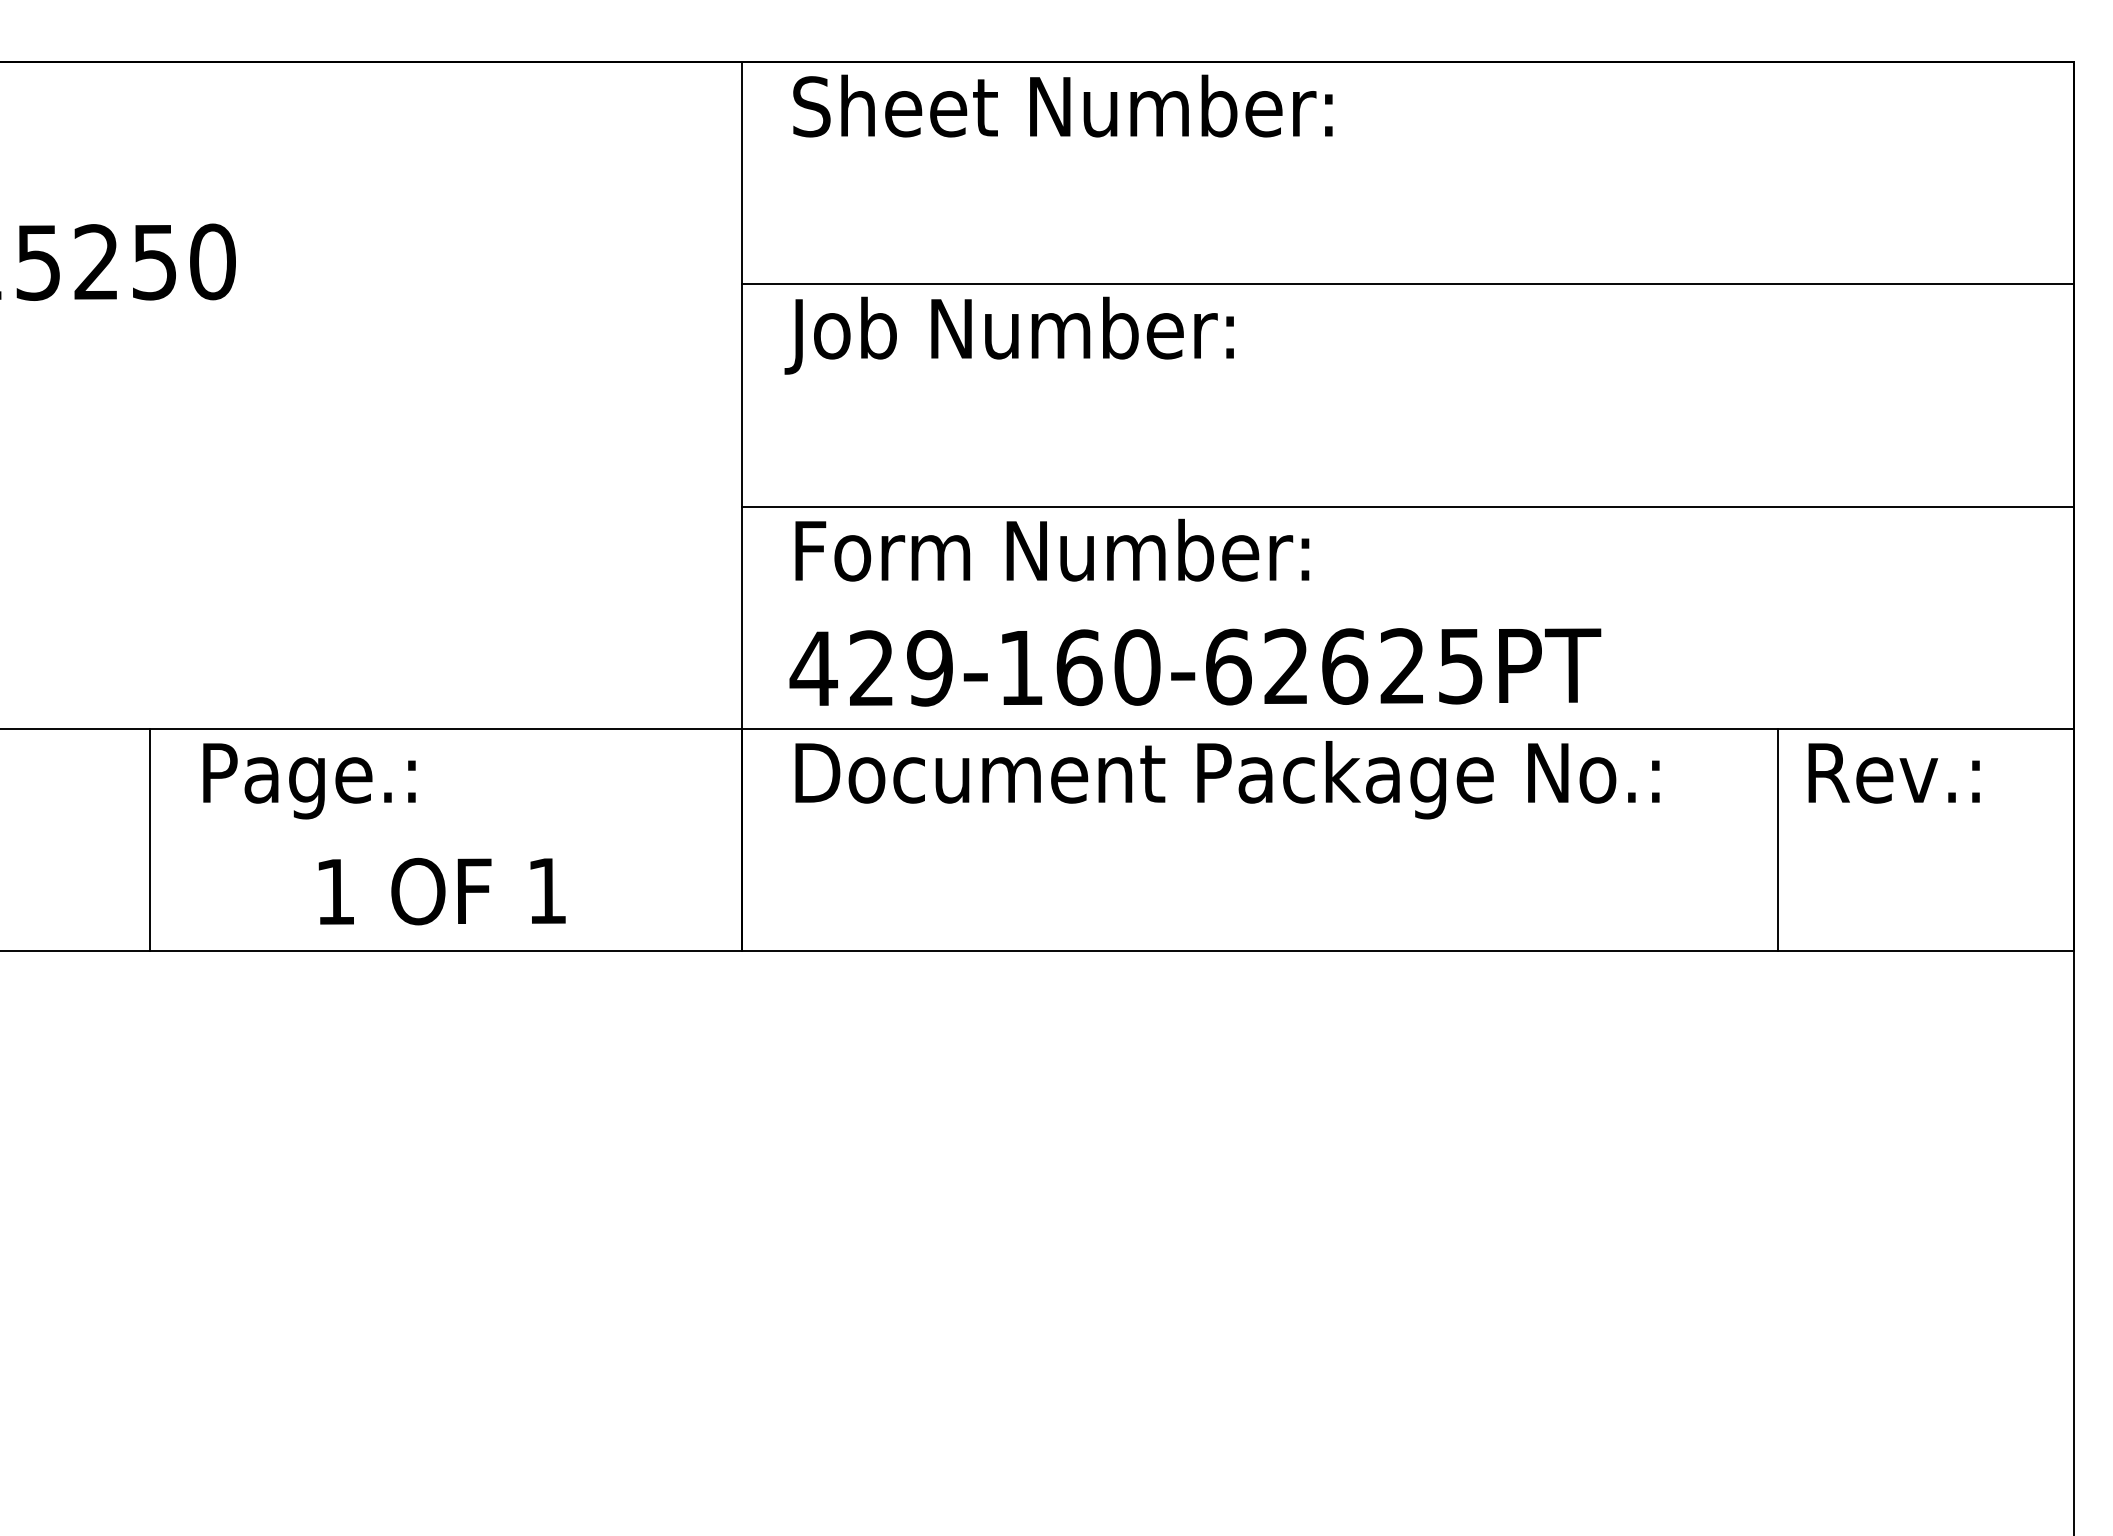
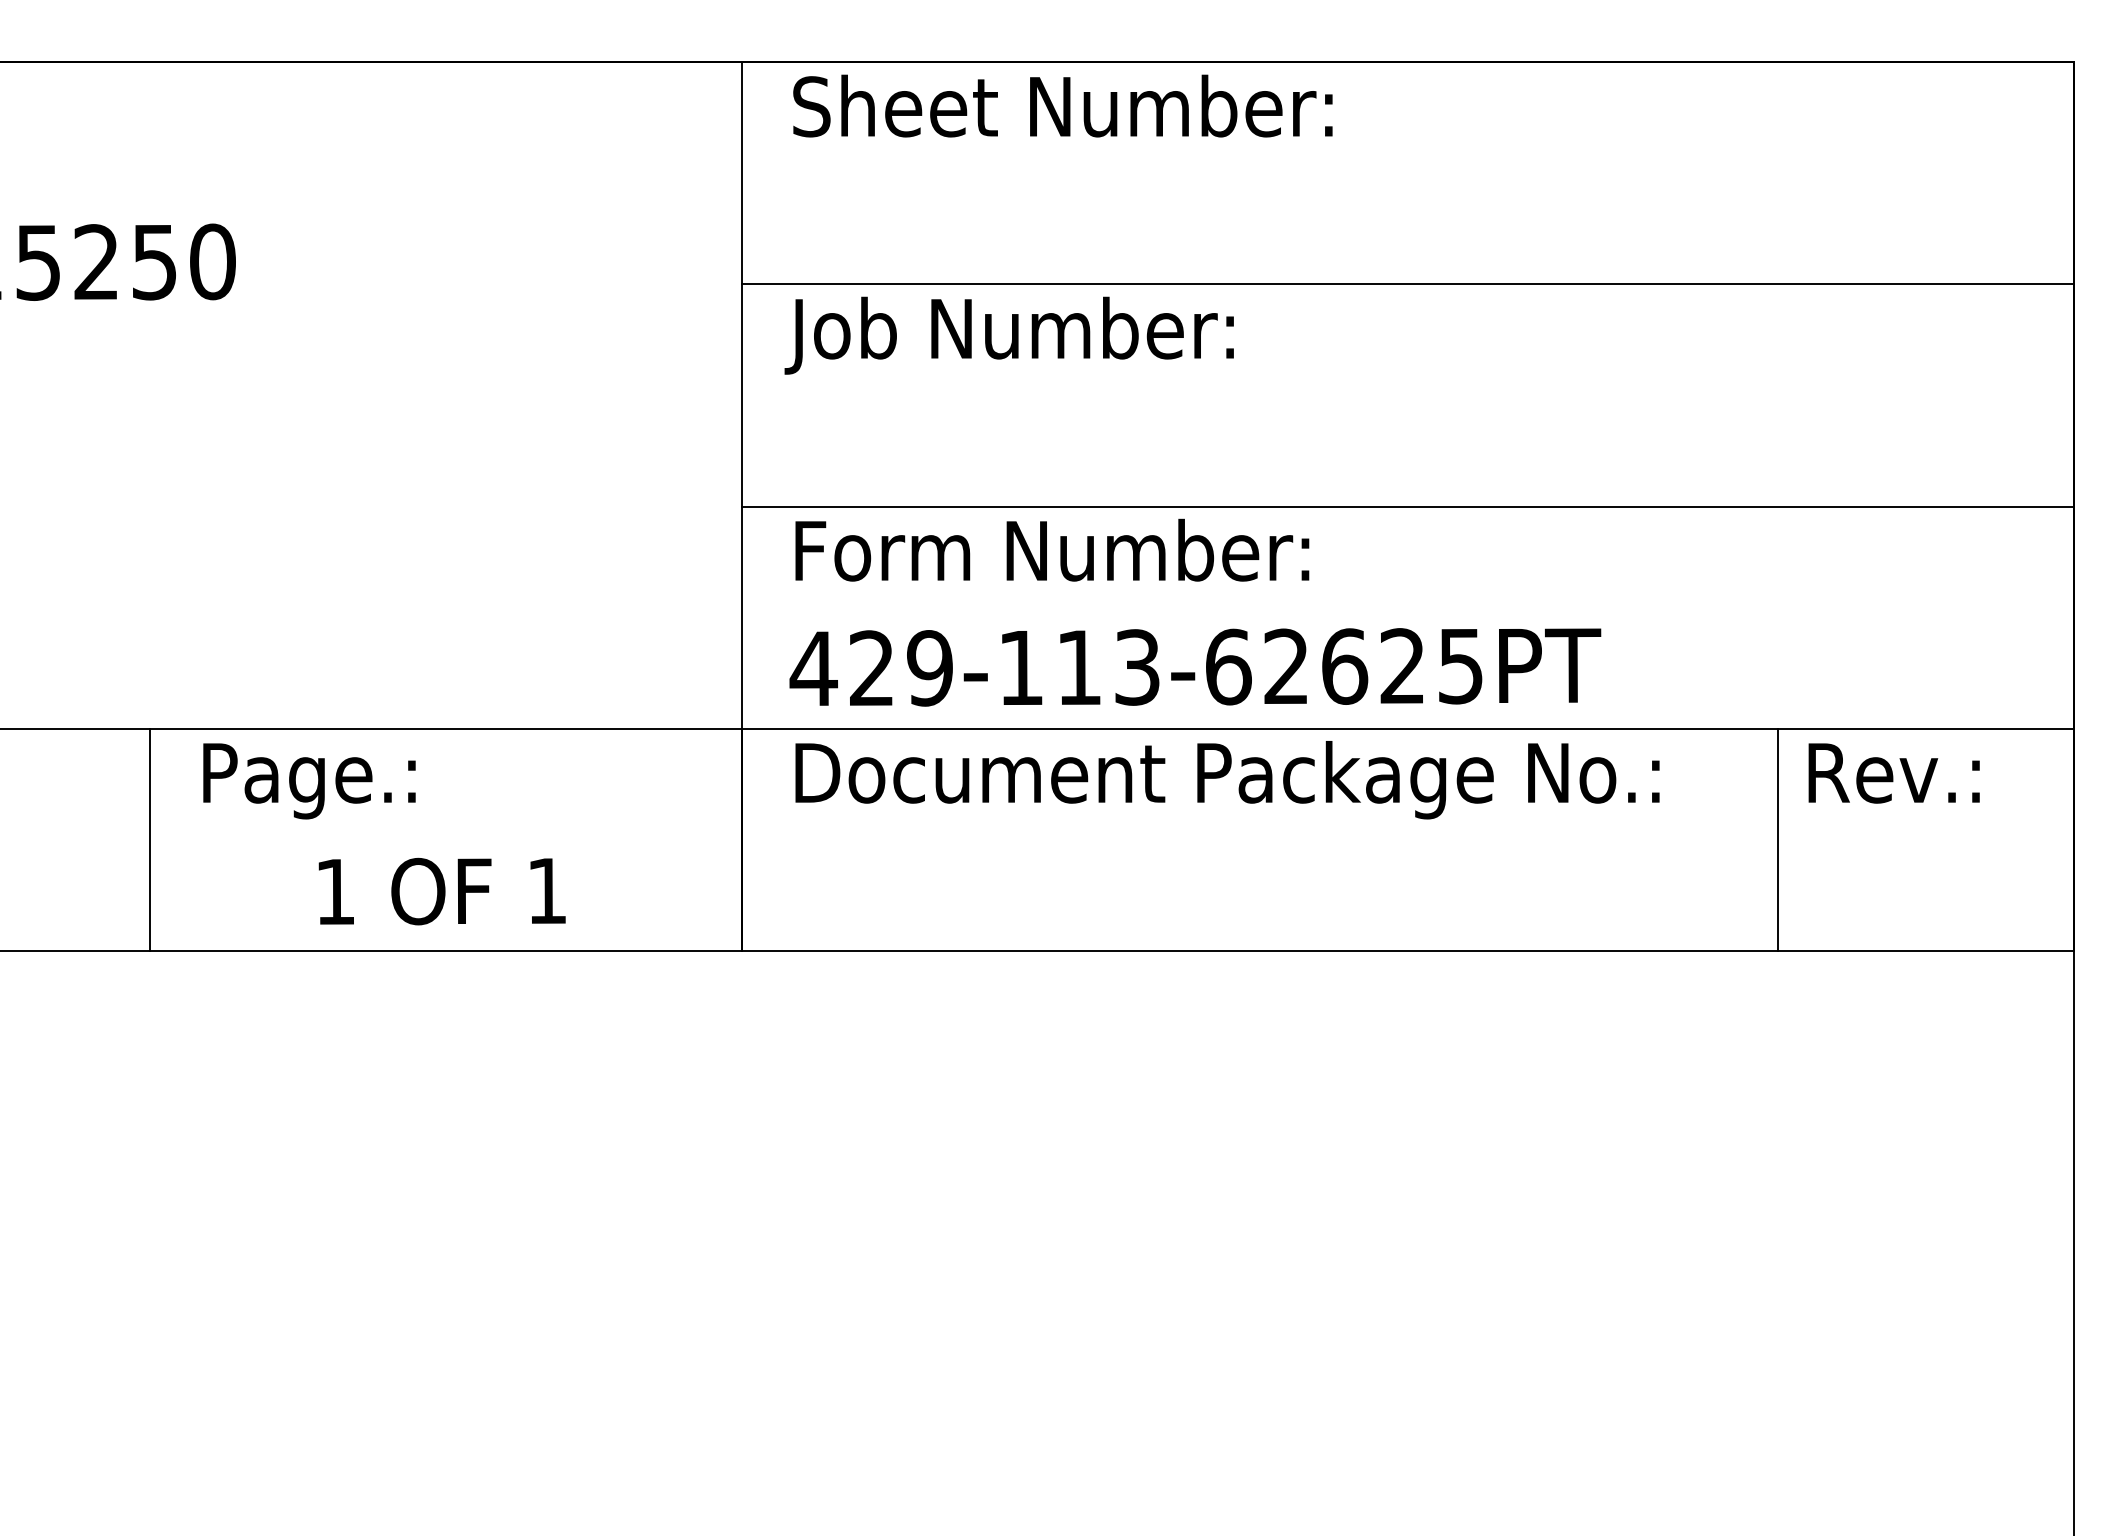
text at (1108, 667): 429-160-62625PT -> 429-113-62625PT
